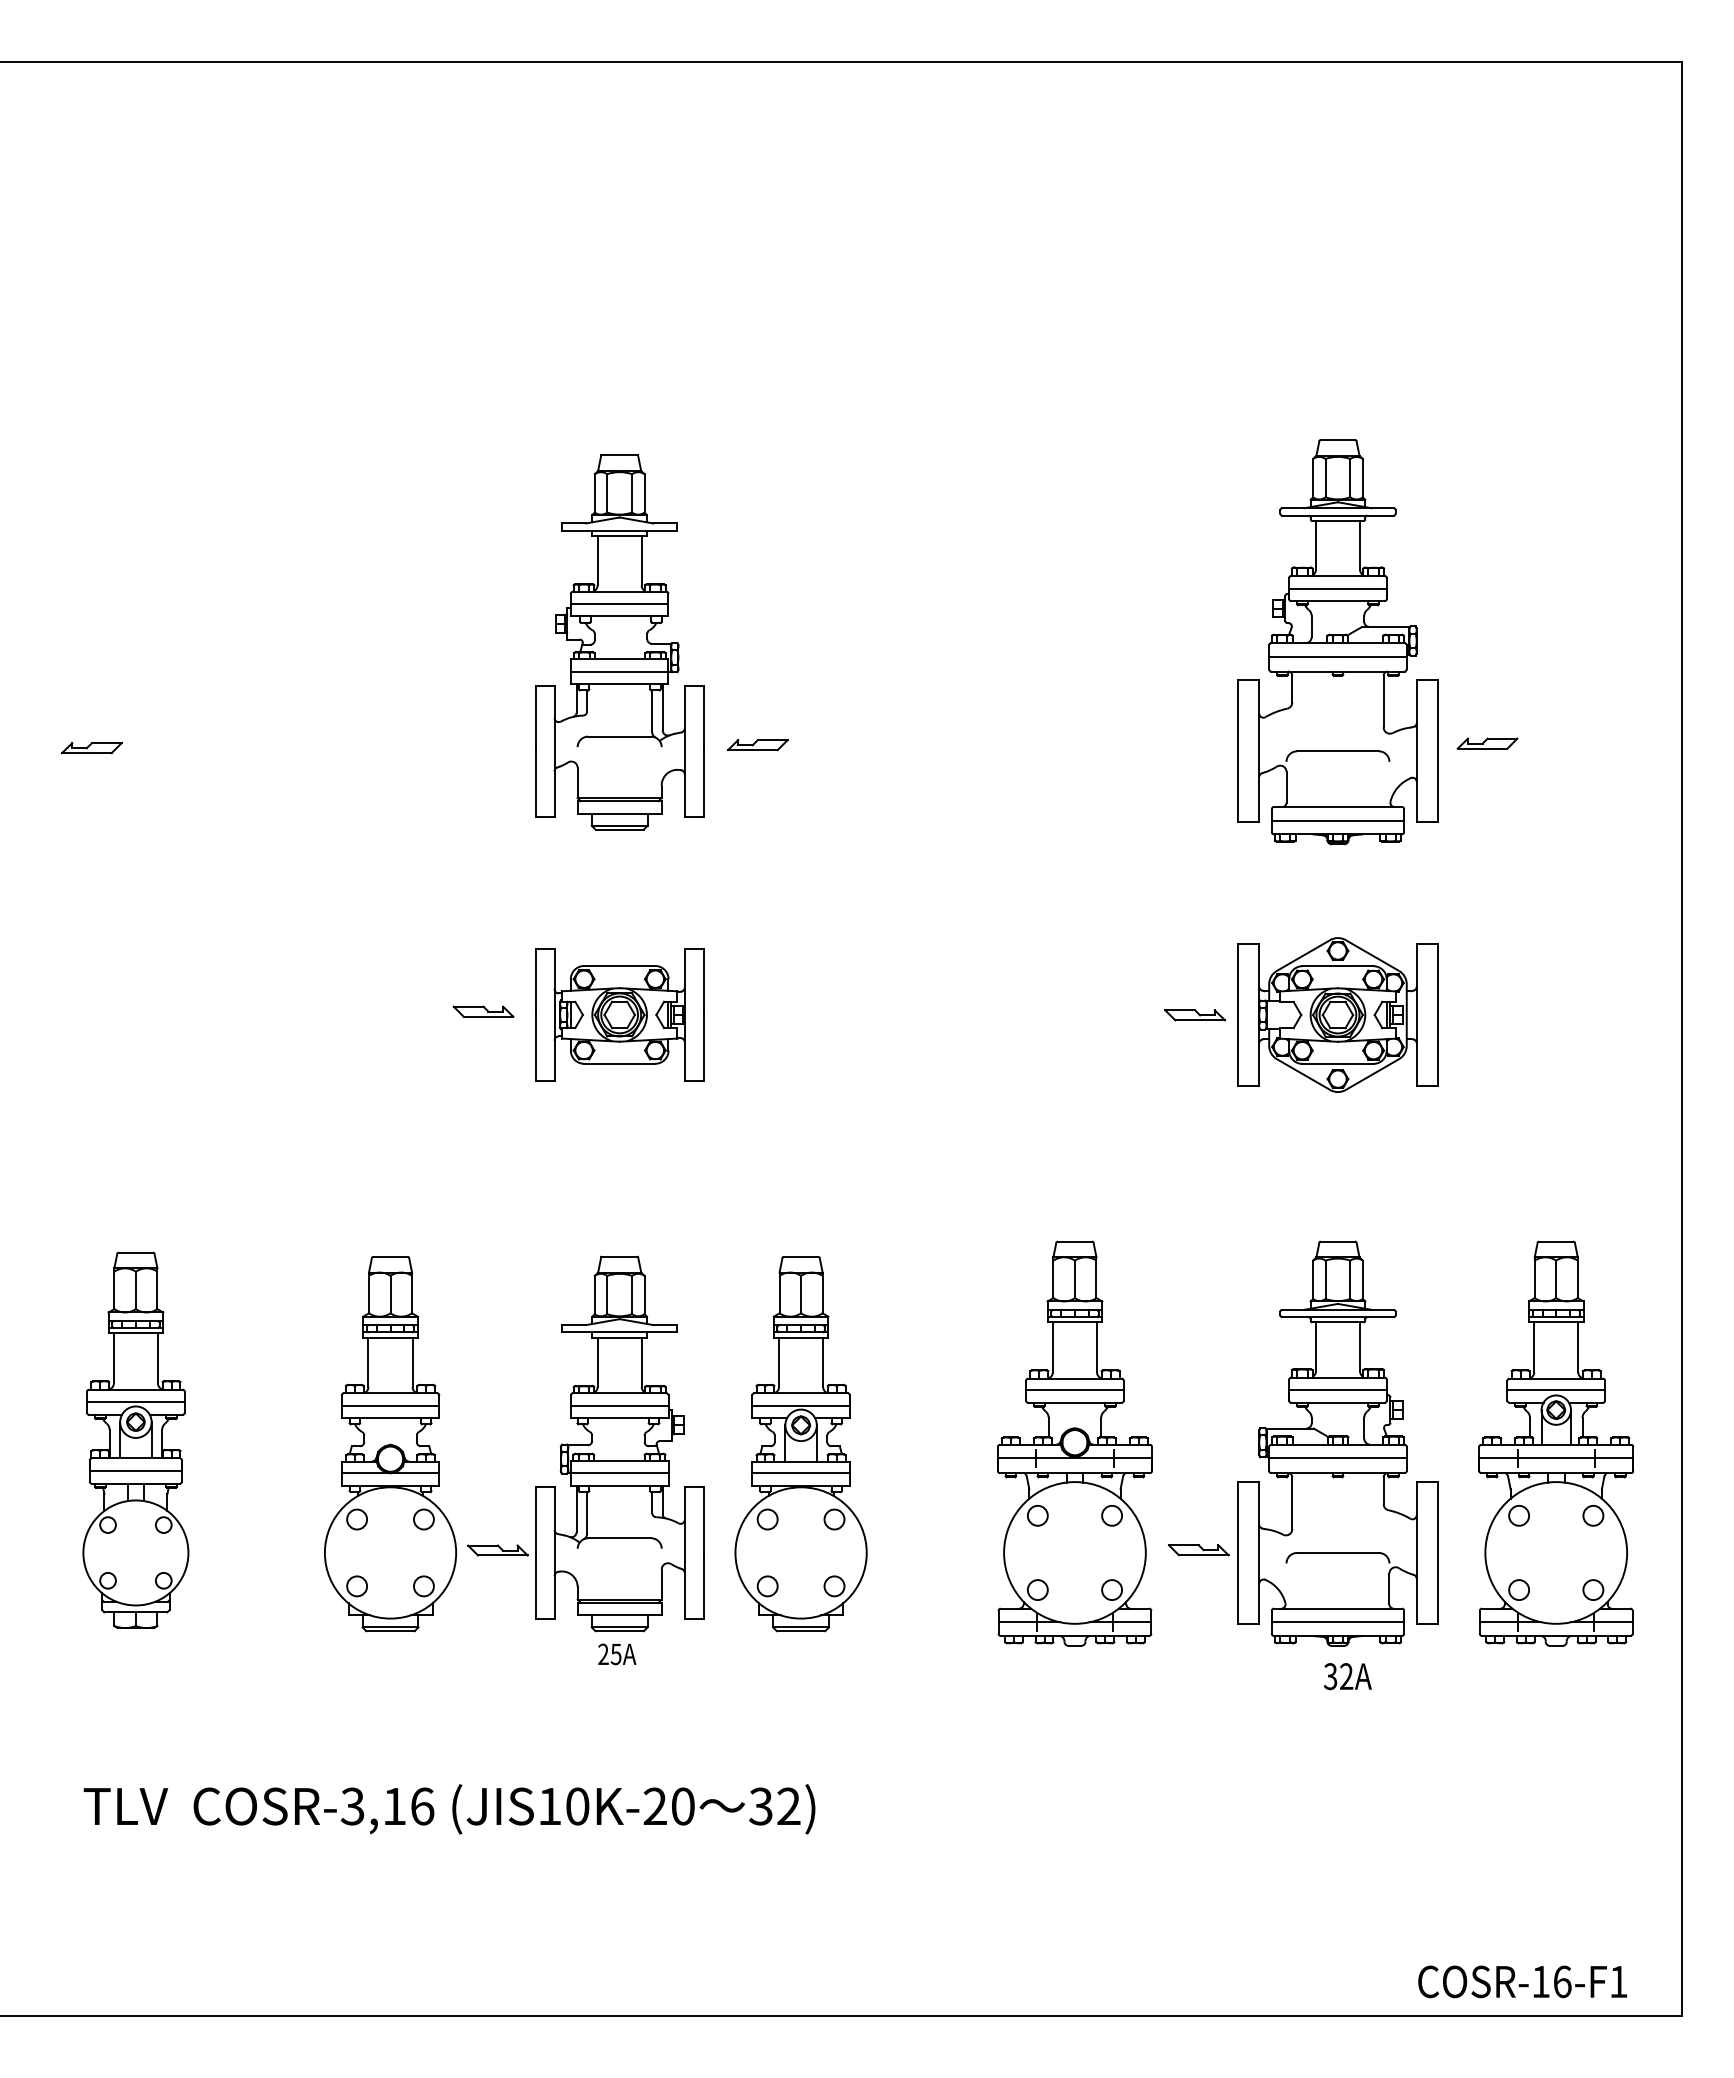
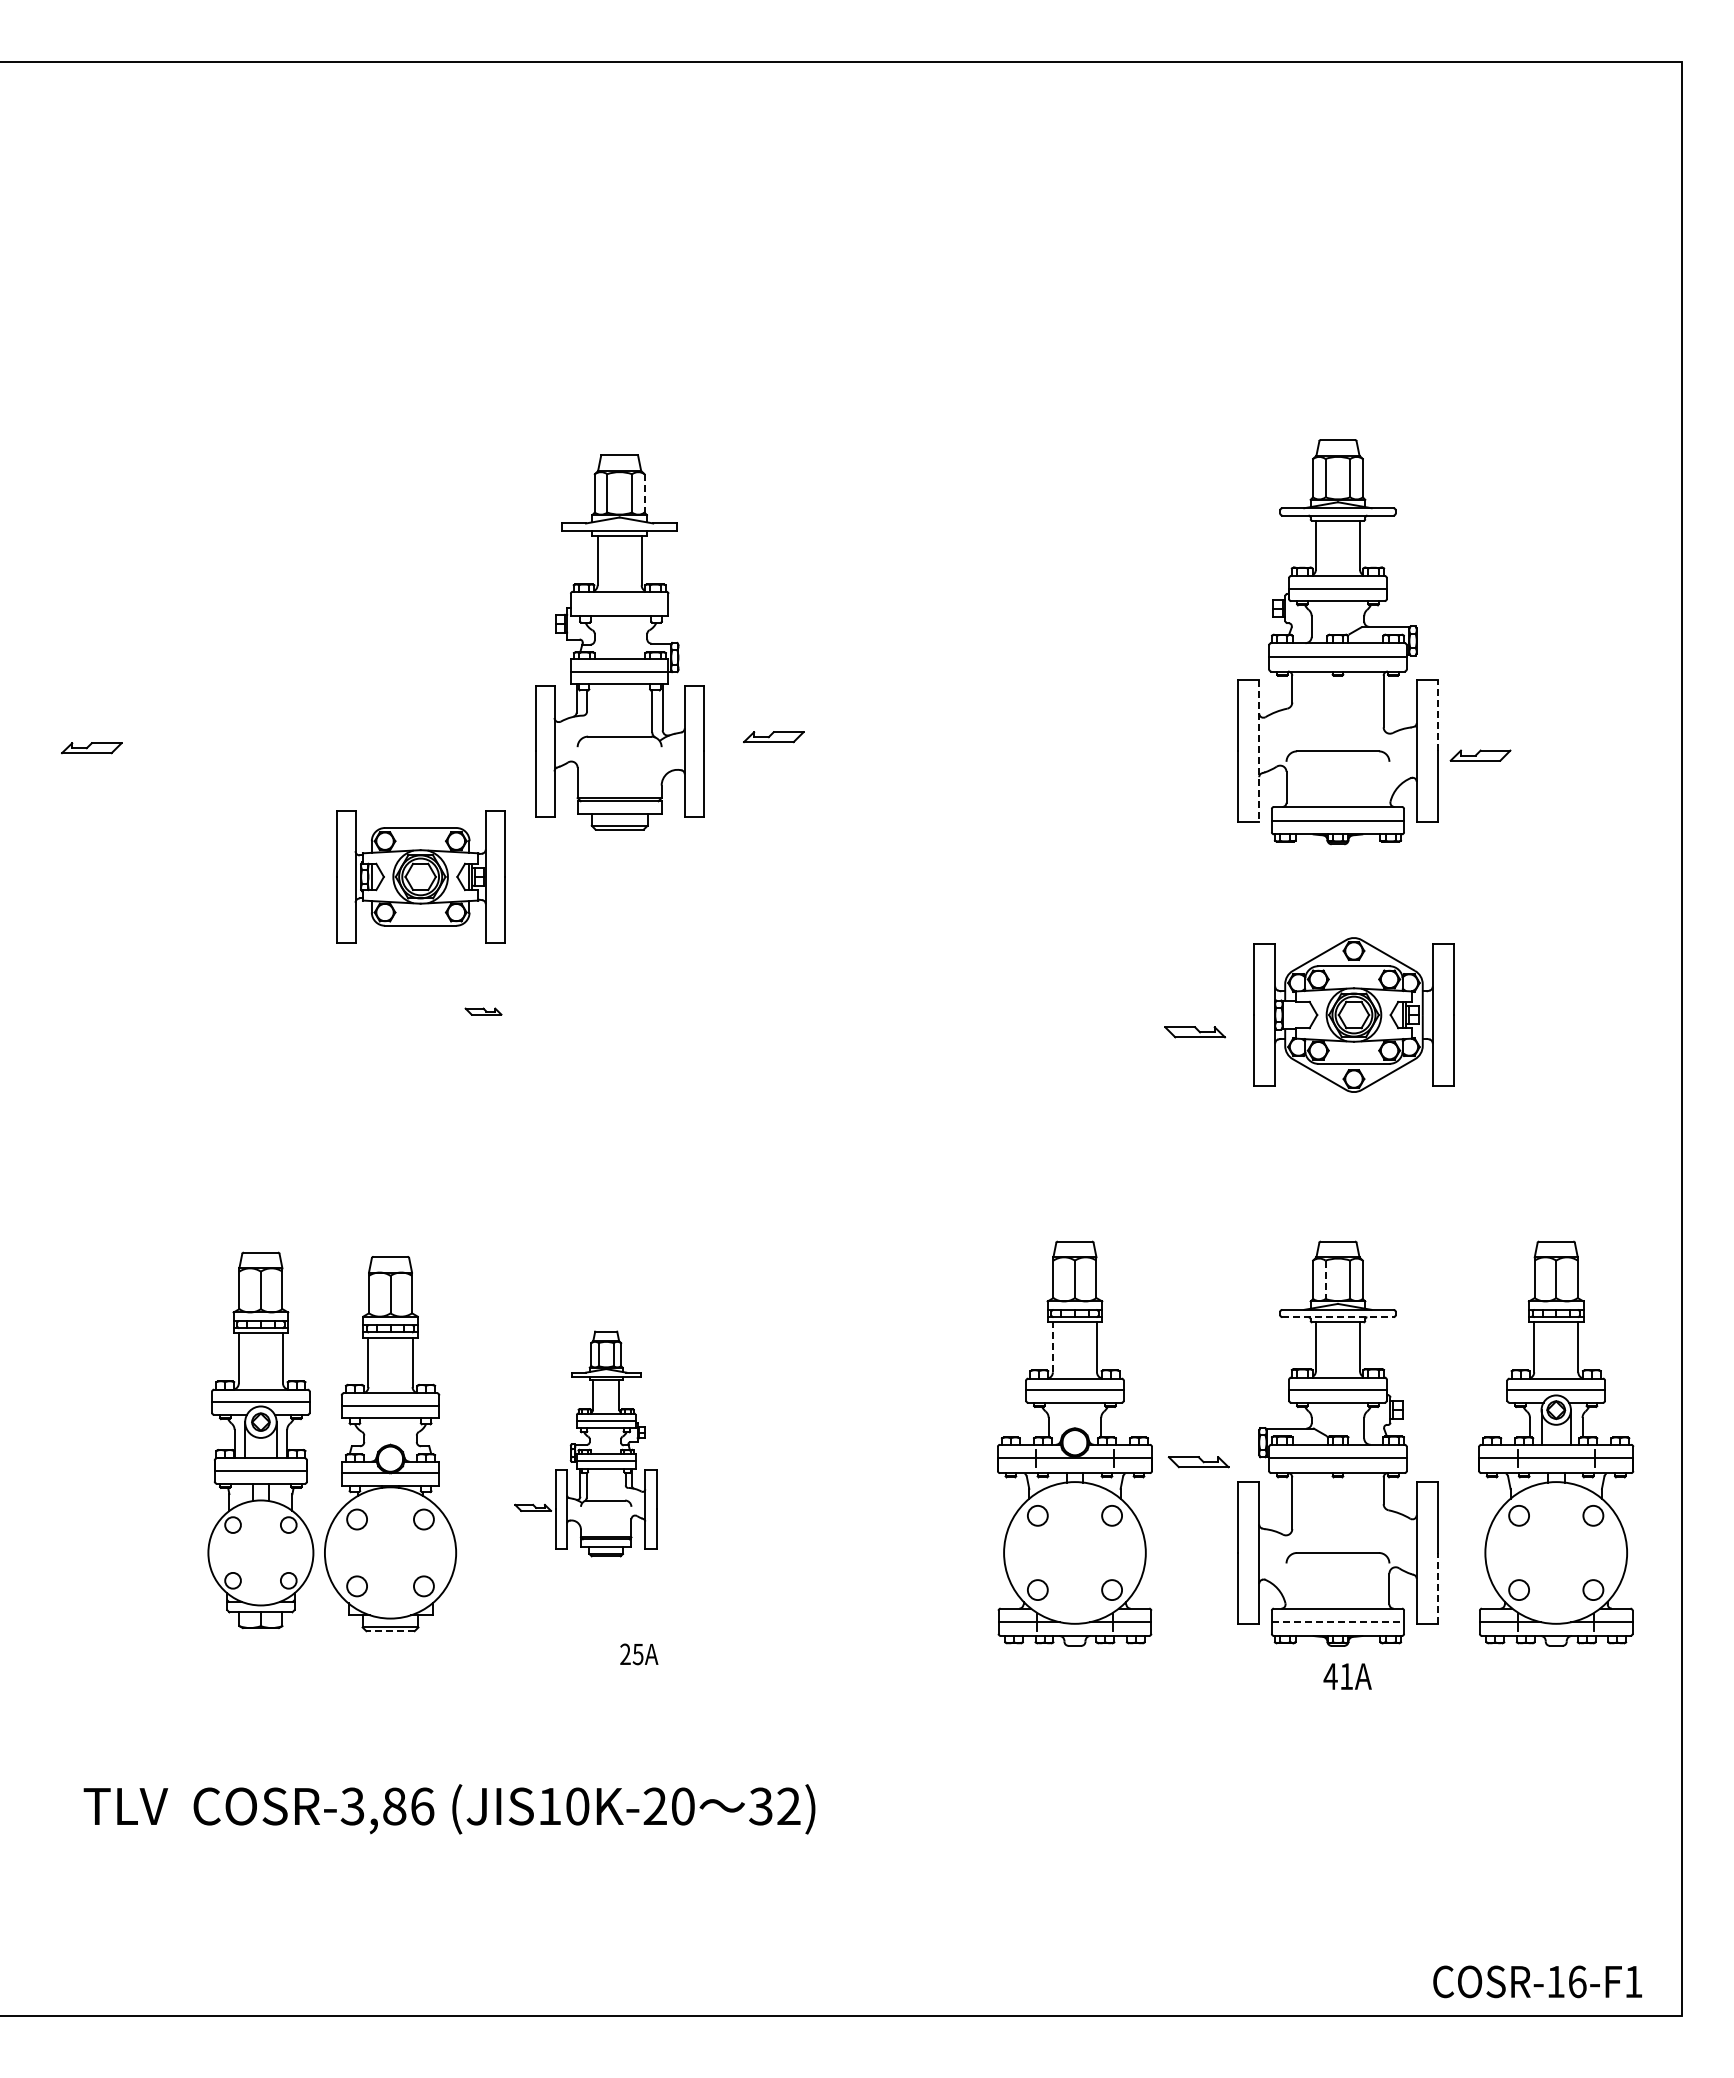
line at (644, 493): solid -> dashed
line at (619, 604): present -> none
line at (1437, 715): solid -> dashed
part at (1487, 743) position: (1487, 743) -> (1480, 755)
part at (757, 745) position: (757, 745) -> (773, 737)
line at (1259, 751): solid -> dashed
part at (483, 1011) size: 63x13 px -> 39x9 px
part at (619, 1014) position: (619, 1014) -> (420, 876)
part at (1337, 1014) position: (1337, 1014) -> (1353, 1014)
part at (1194, 1015) position: (1194, 1015) -> (1194, 1032)
line at (1325, 1280): solid -> dashed
line at (1337, 1317): solid -> dashed
line at (1052, 1347): solid -> dashed
part at (135, 1439) position: (135, 1439) -> (260, 1439)
part at (585, 1443) size: 238x378 px -> 144x228 px
part at (800, 1444): present -> none
part at (1198, 1550) position: (1198, 1550) -> (1198, 1462)
line at (1437, 1587): solid -> dashed
line at (1338, 1622): solid -> dashed
line at (390, 1631): solid -> dashed
text at (617, 1654) position: (617, 1654) -> (639, 1654)
text at (1338, 1676): 32A -> 41A
text at (394, 1806): COSR-3,16 -> COSR-3,86
text at (1522, 1981) position: (1522, 1981) -> (1537, 1981)
